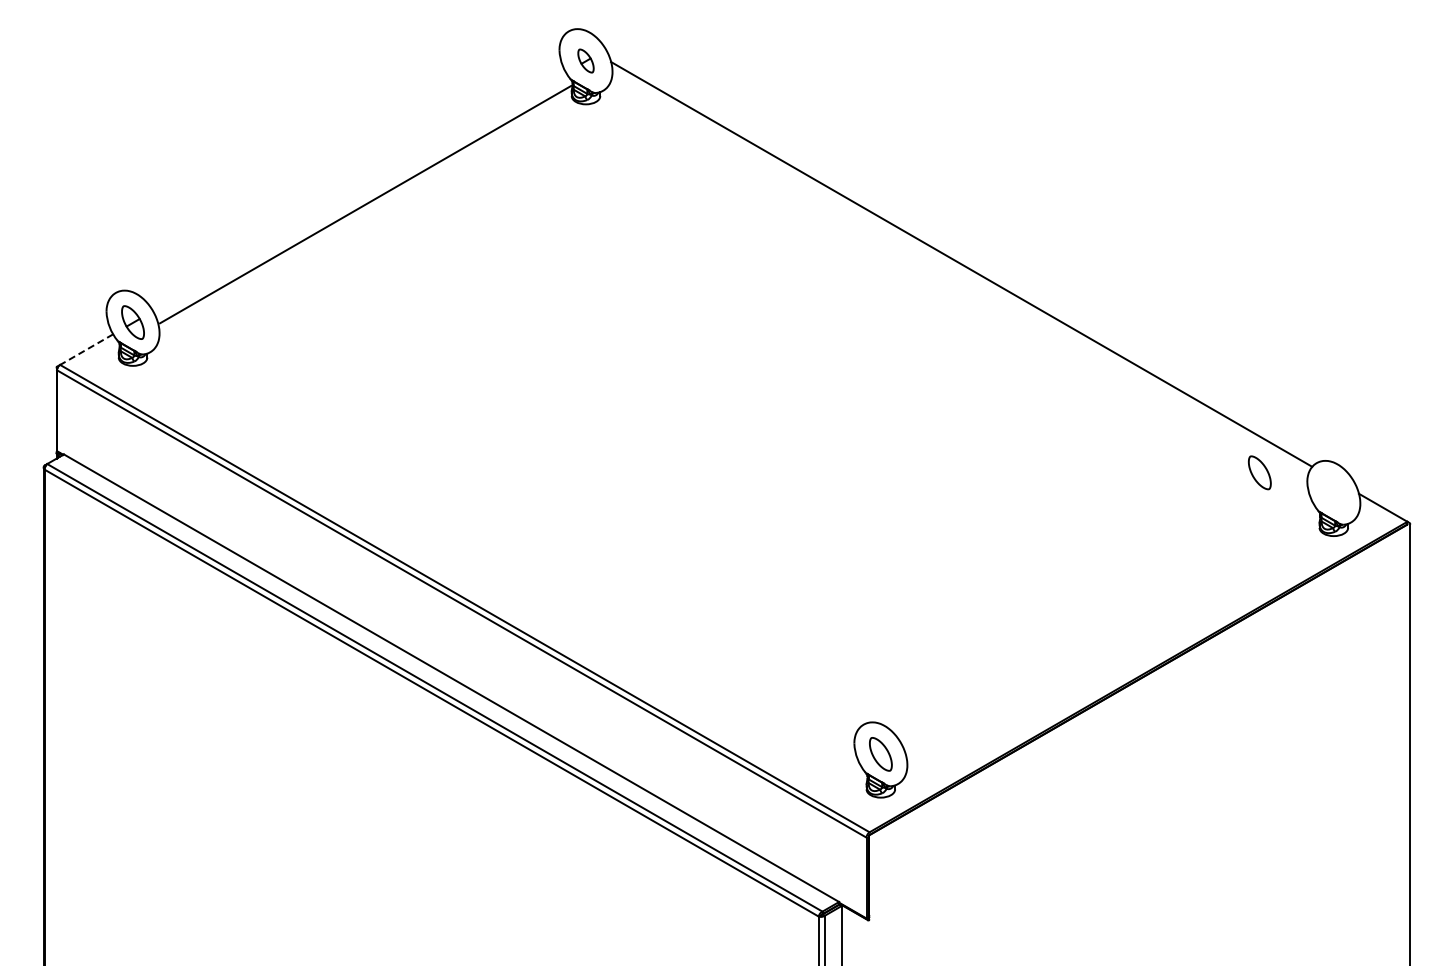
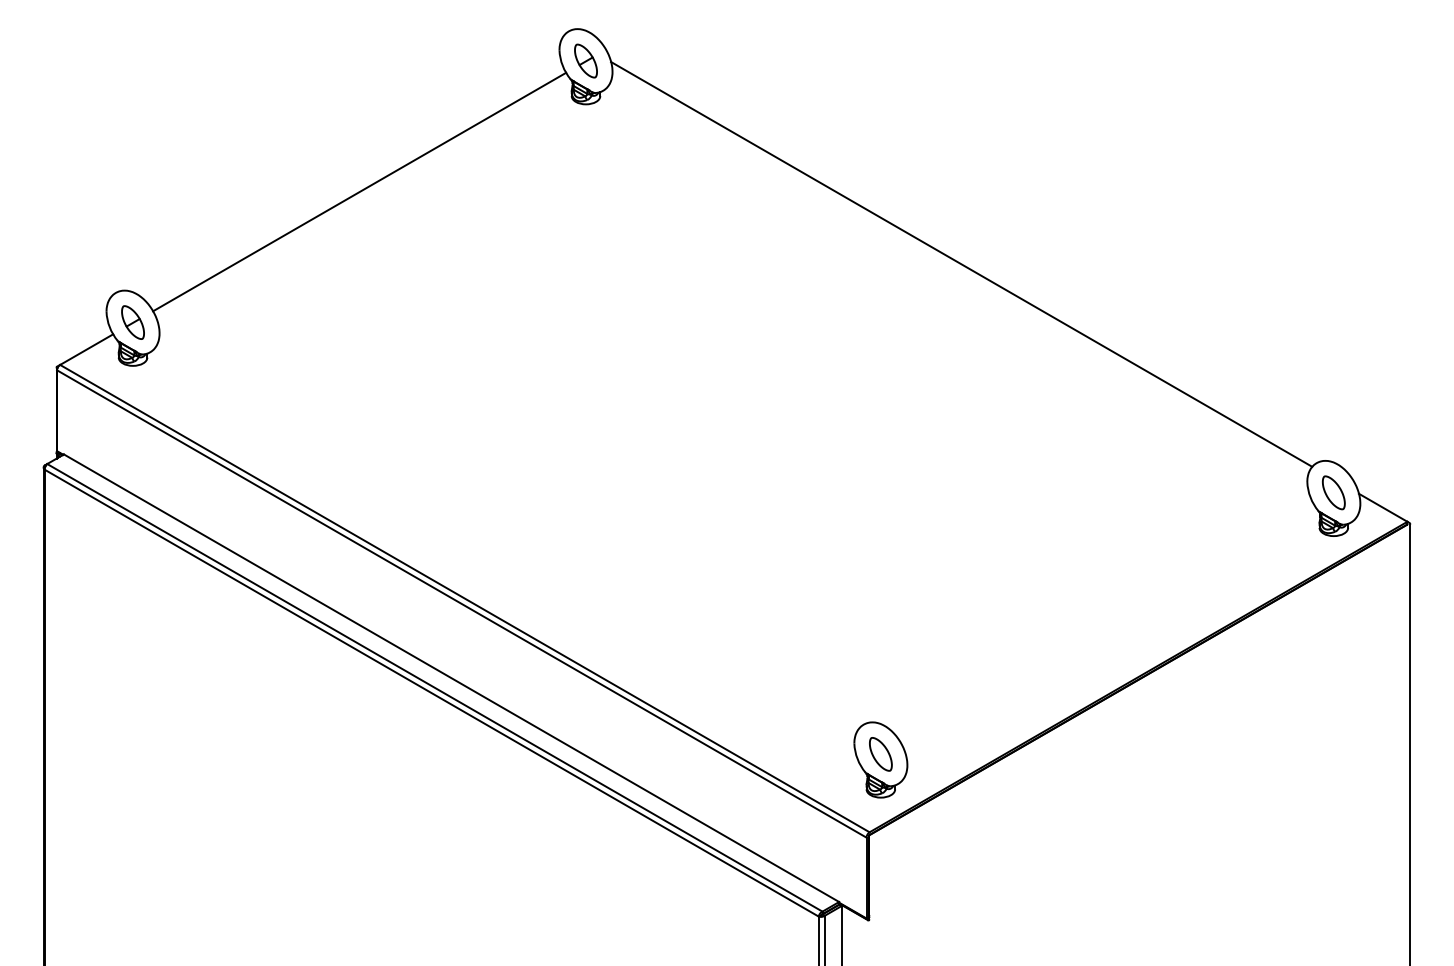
part at (585, 60) size: 18x26 px -> 24x36 px
line at (366, 203) position: (366, 203) -> (359, 191)
line at (86, 349): dashed -> solid
part at (1259, 472) position: (1259, 472) -> (1333, 492)
